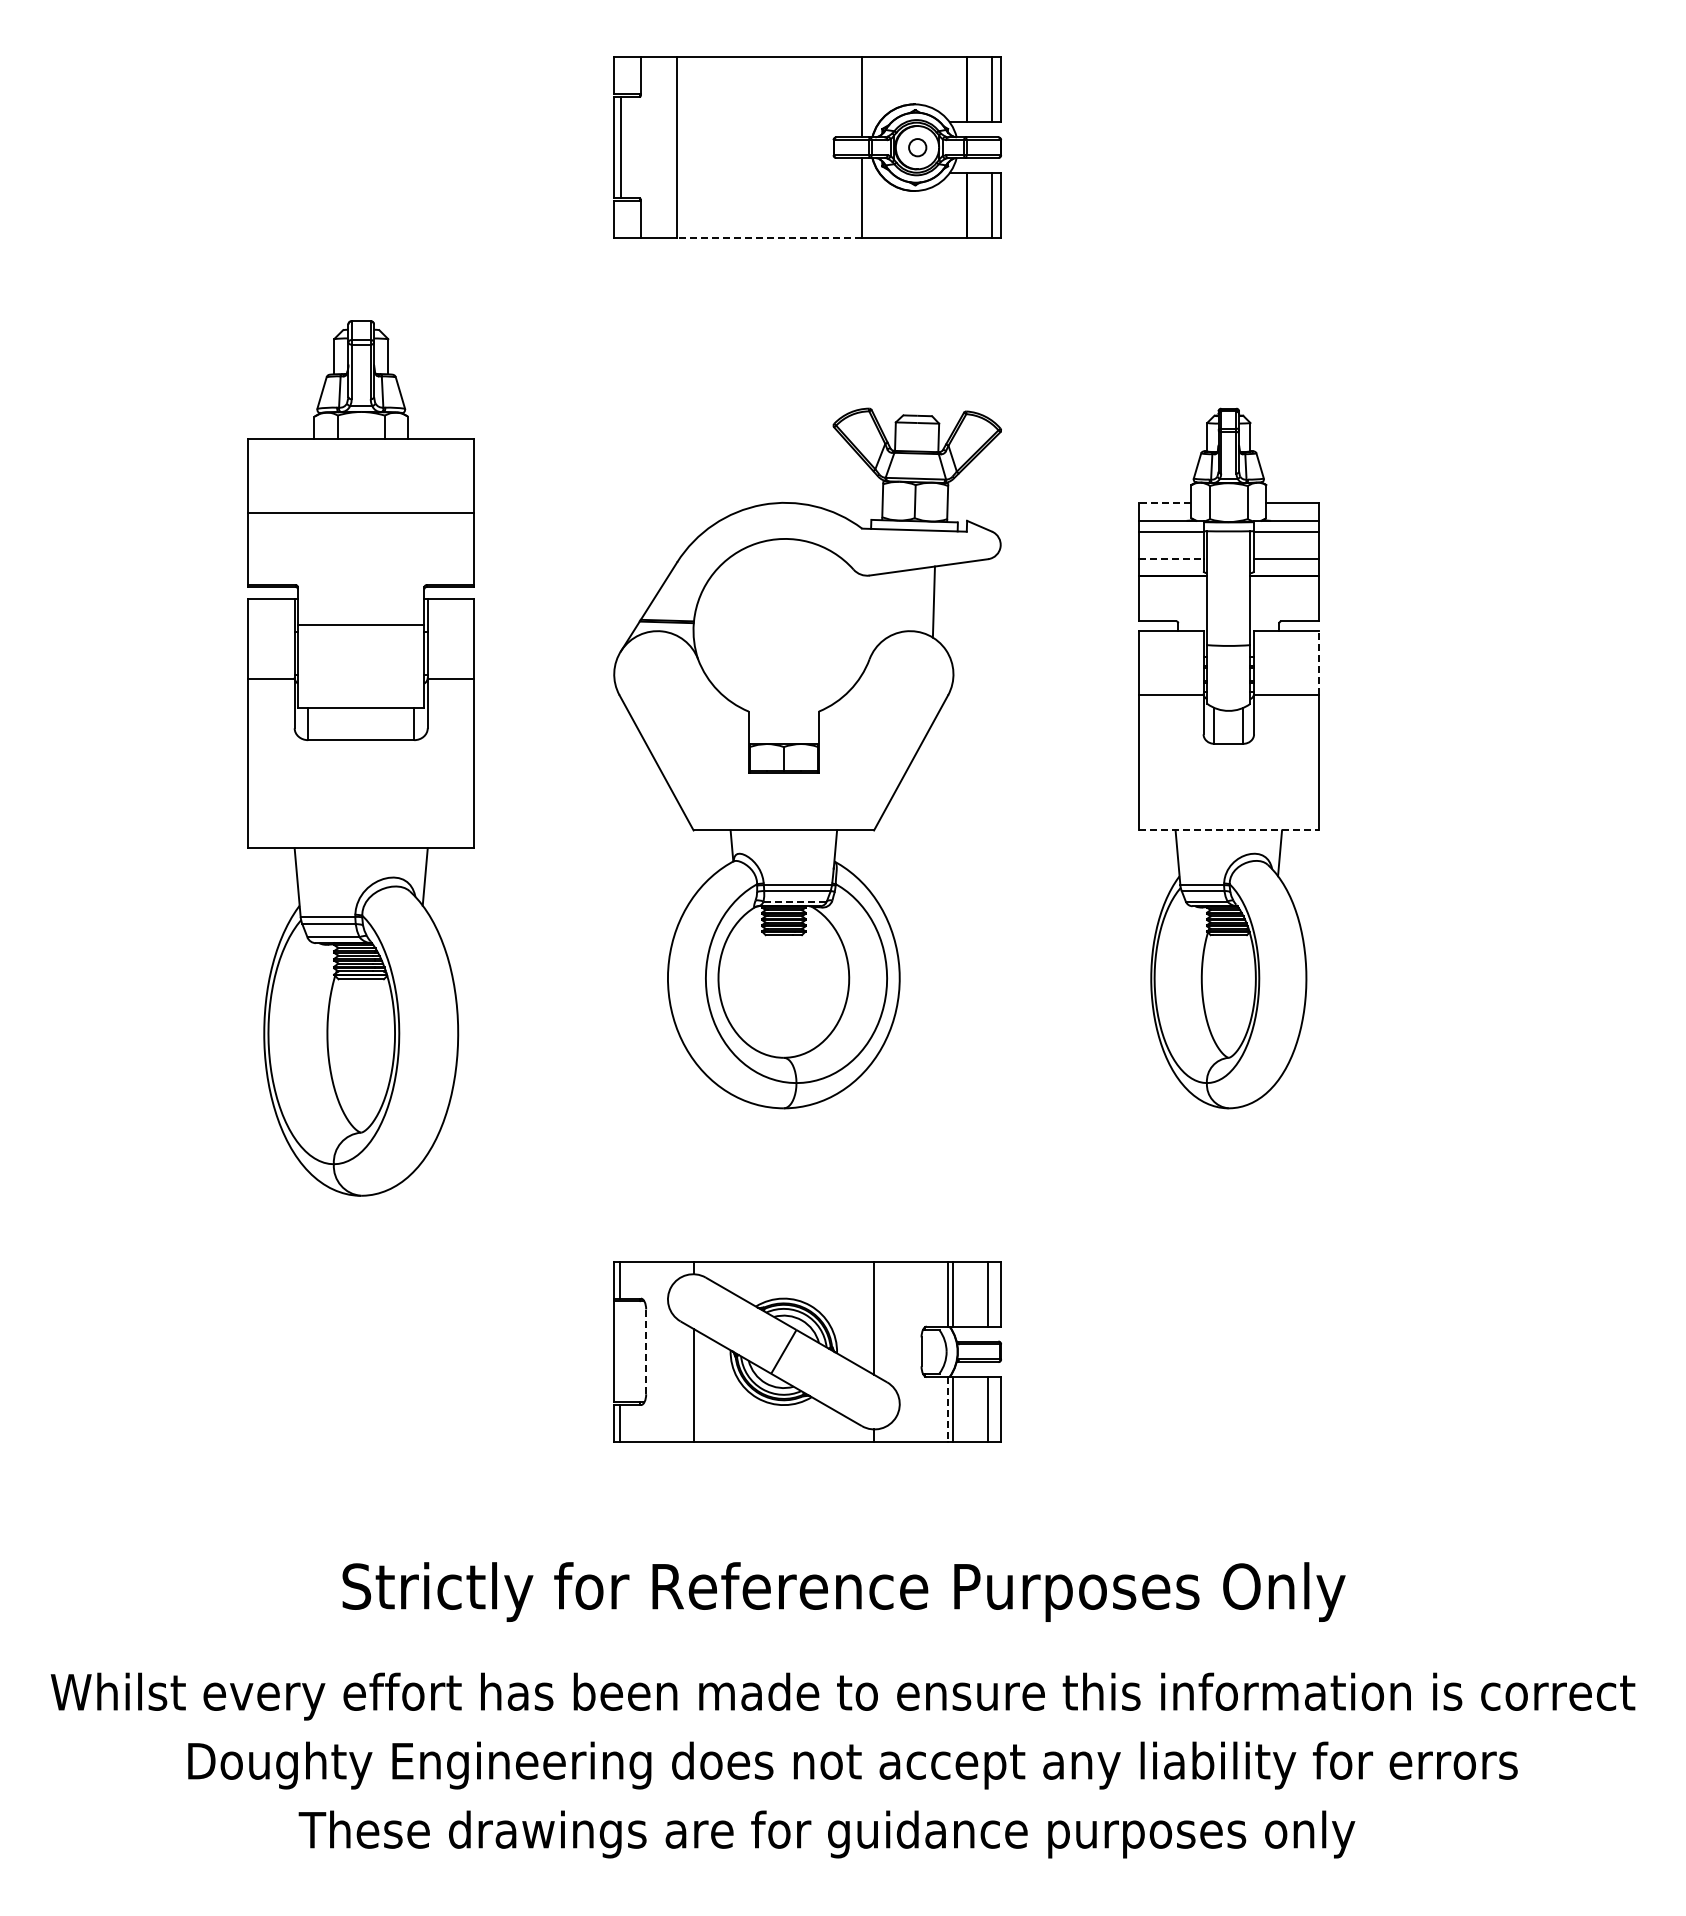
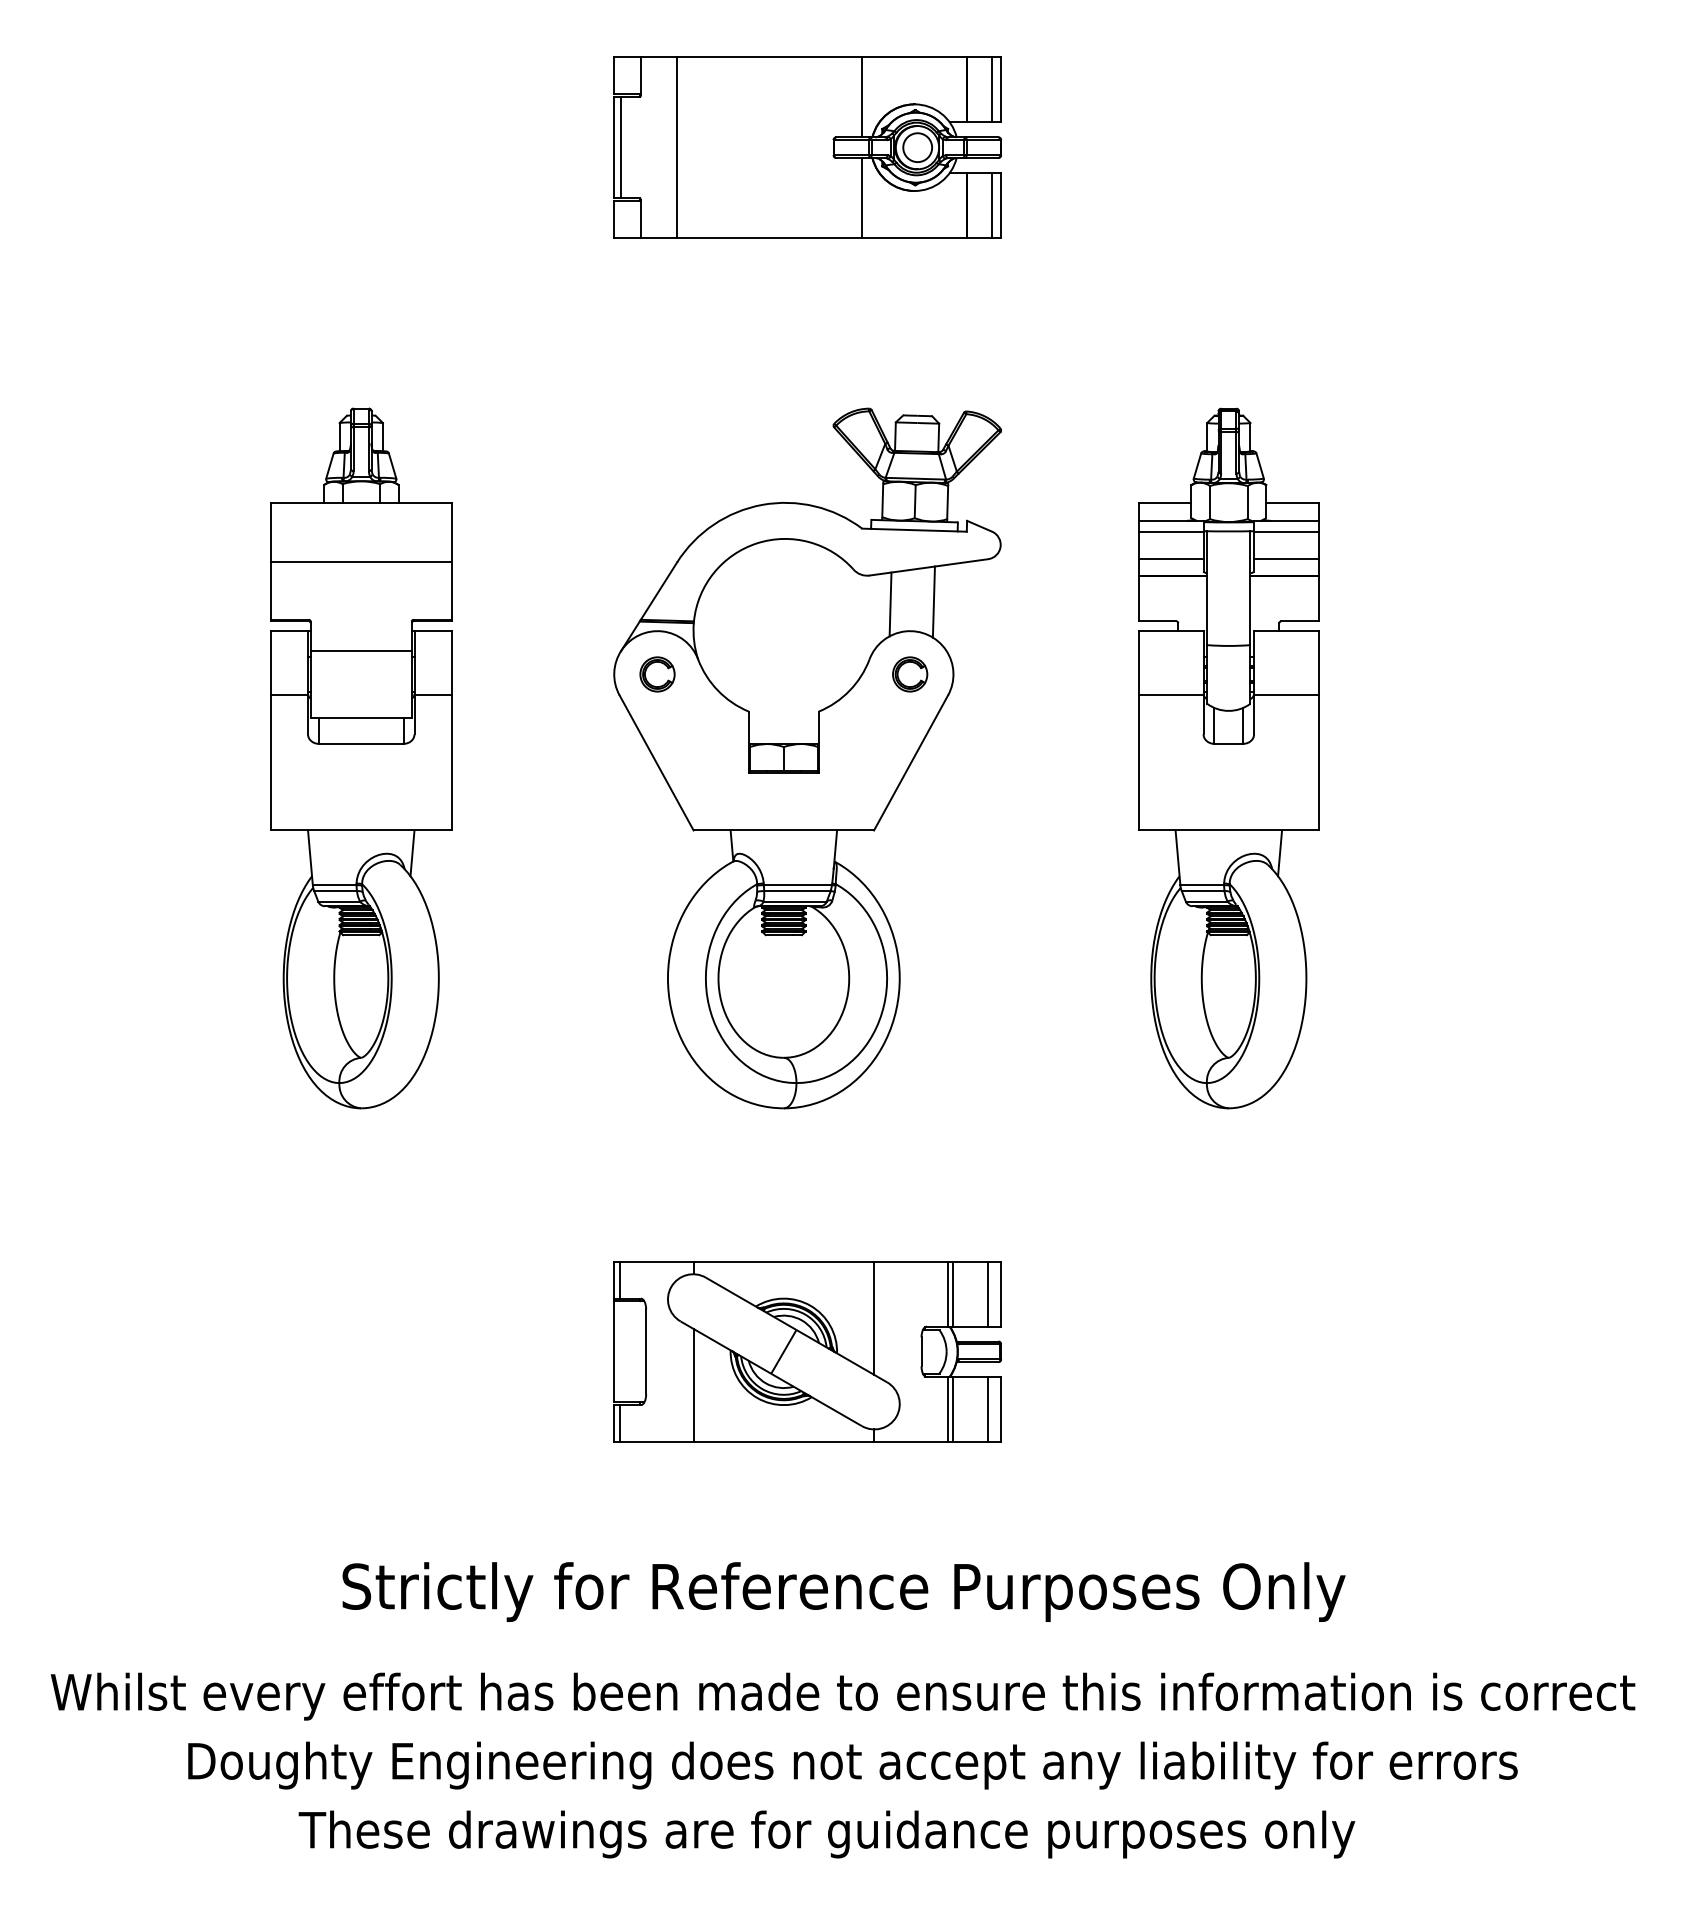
circle at (917, 147) diameter: 17 px -> 29 px
line at (769, 237): dashed -> solid
line at (1164, 502): dashed -> solid
line at (1171, 559): dashed -> solid
line at (890, 604): none -> present
line at (1319, 662): dashed -> solid
part at (657, 674): none -> present
part at (910, 674): none -> present
part at (360, 758) size: 228x877 px -> 183x703 px
line at (1229, 830): dashed -> solid
line at (795, 901): dashed -> solid
line at (646, 1351): dashed -> solid
line at (948, 1410): dashed -> solid
